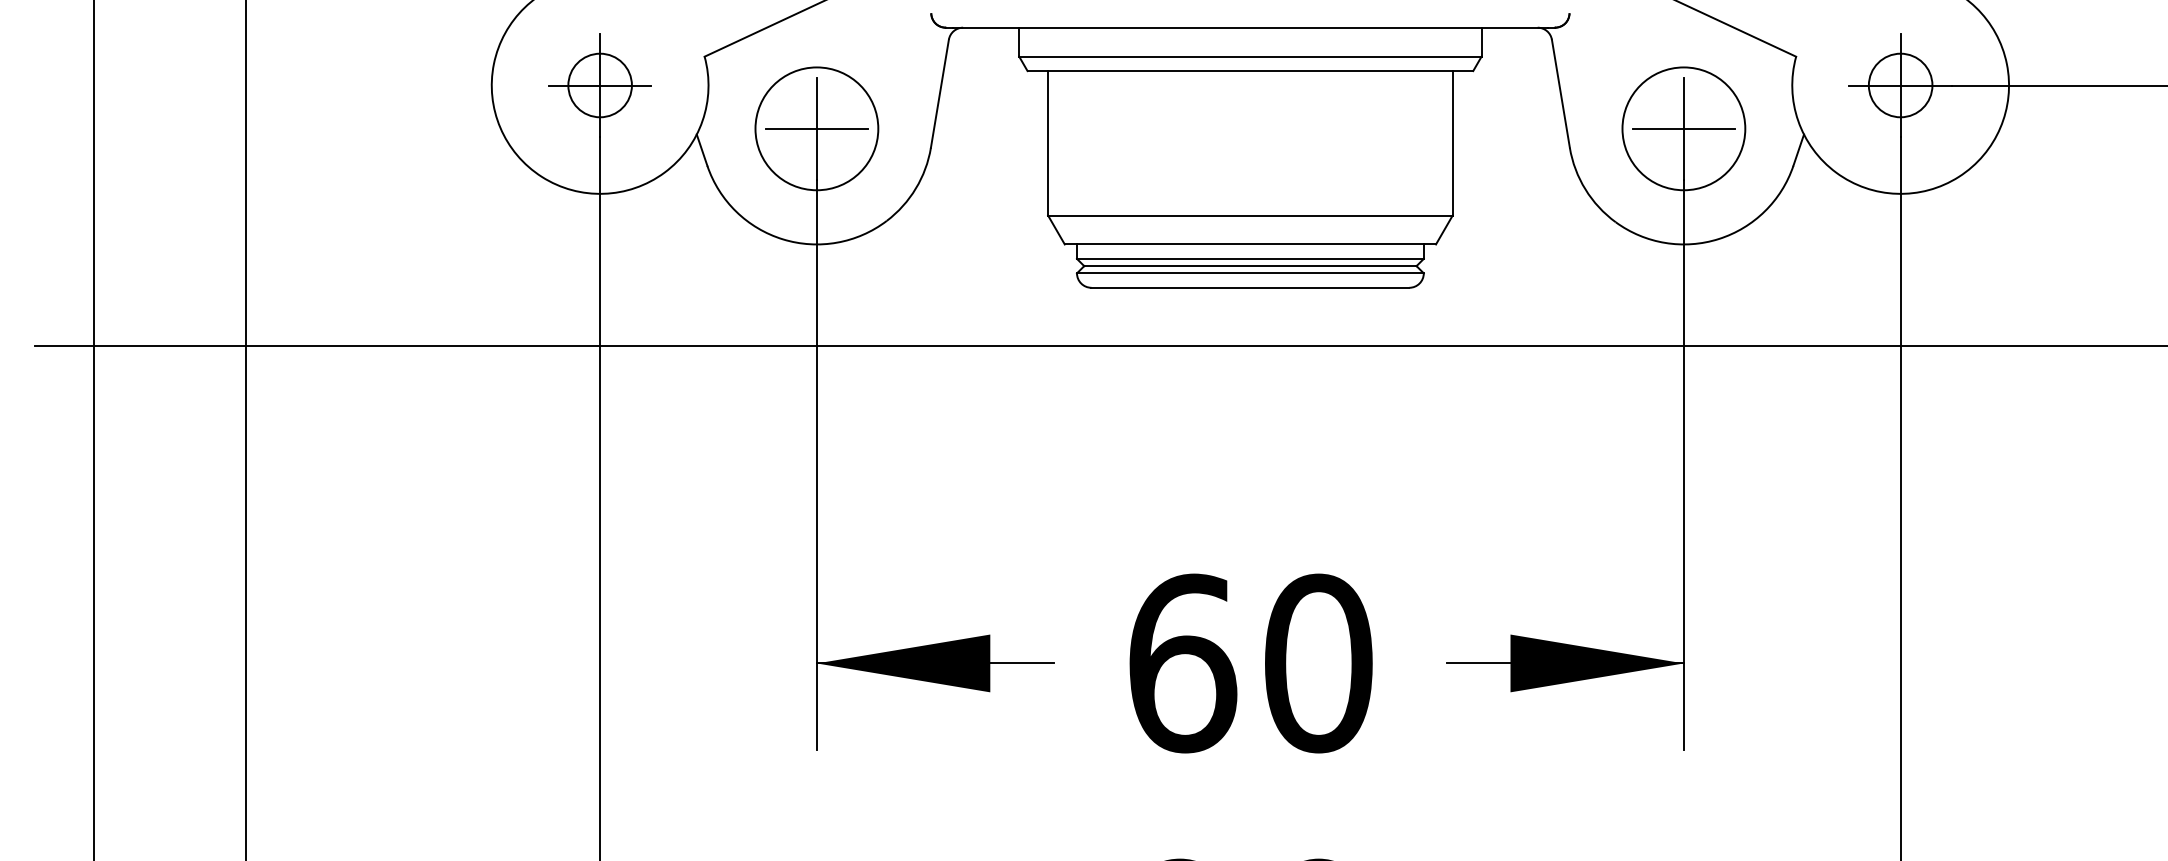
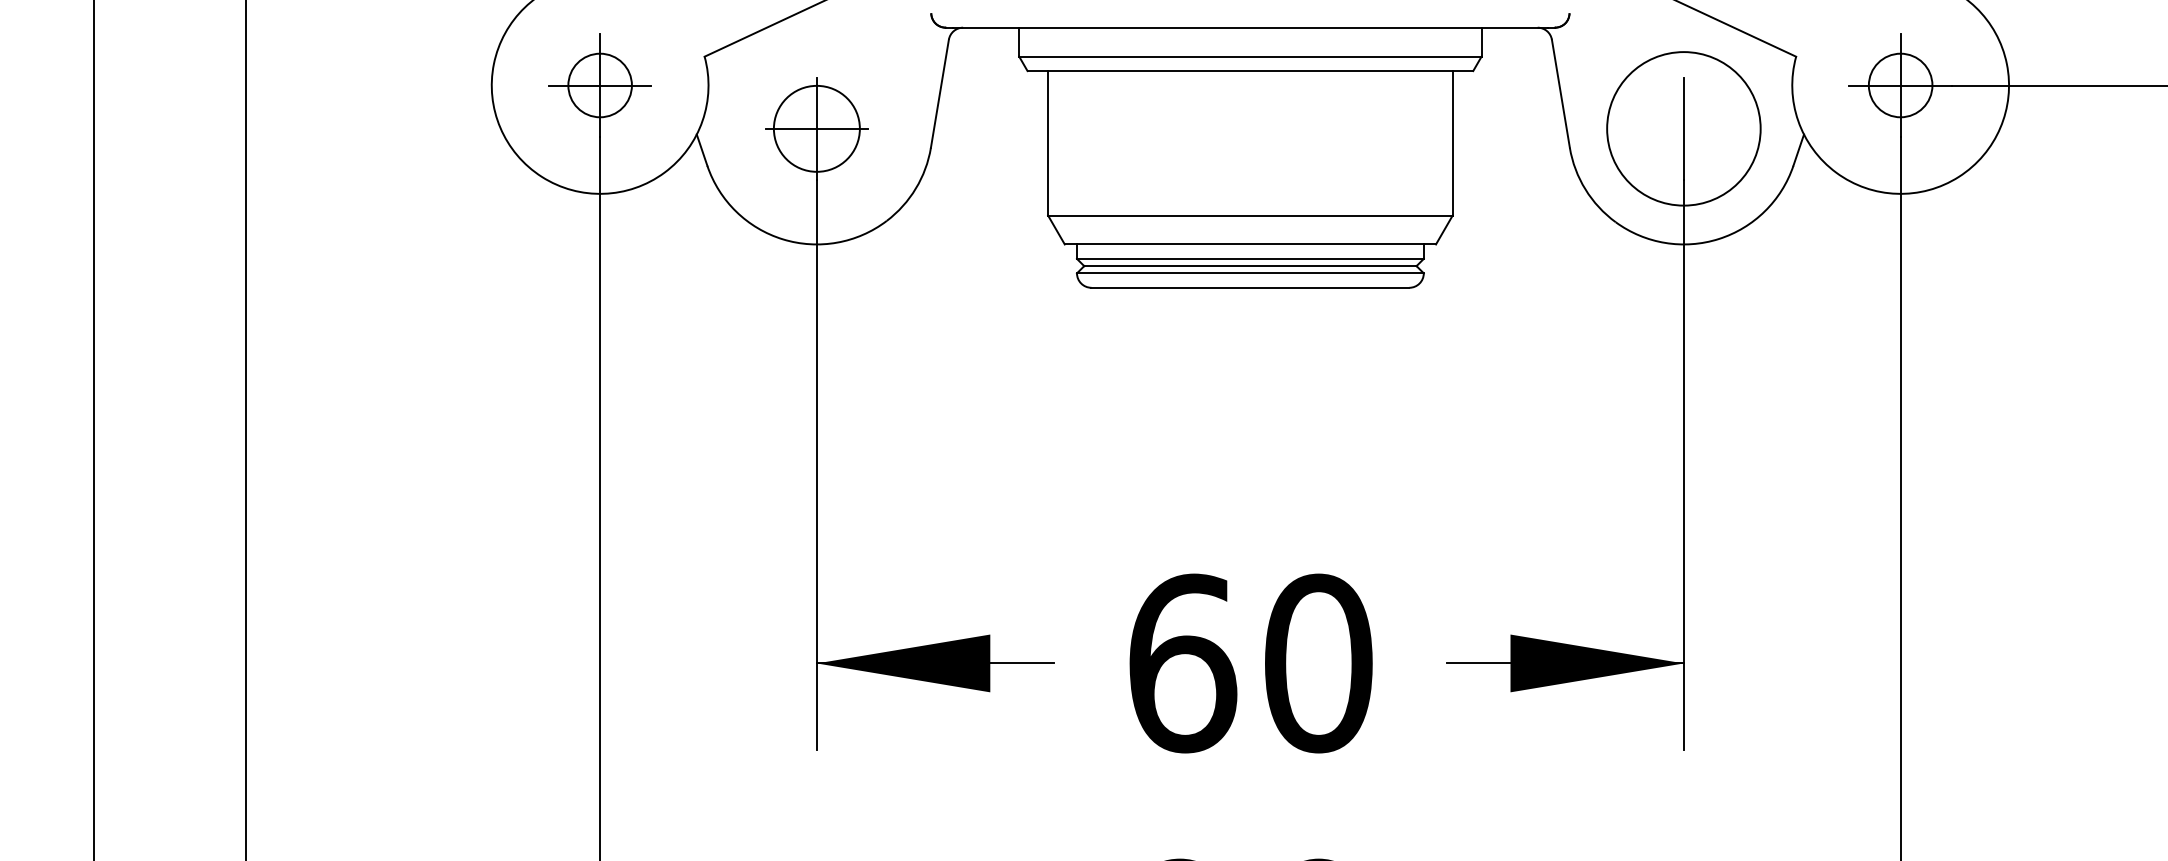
circle at (816, 128) diameter: 123 px -> 86 px
circle at (1683, 128) diameter: 123 px -> 154 px
line at (1683, 128): present -> none
line at (1099, 345): present -> none
